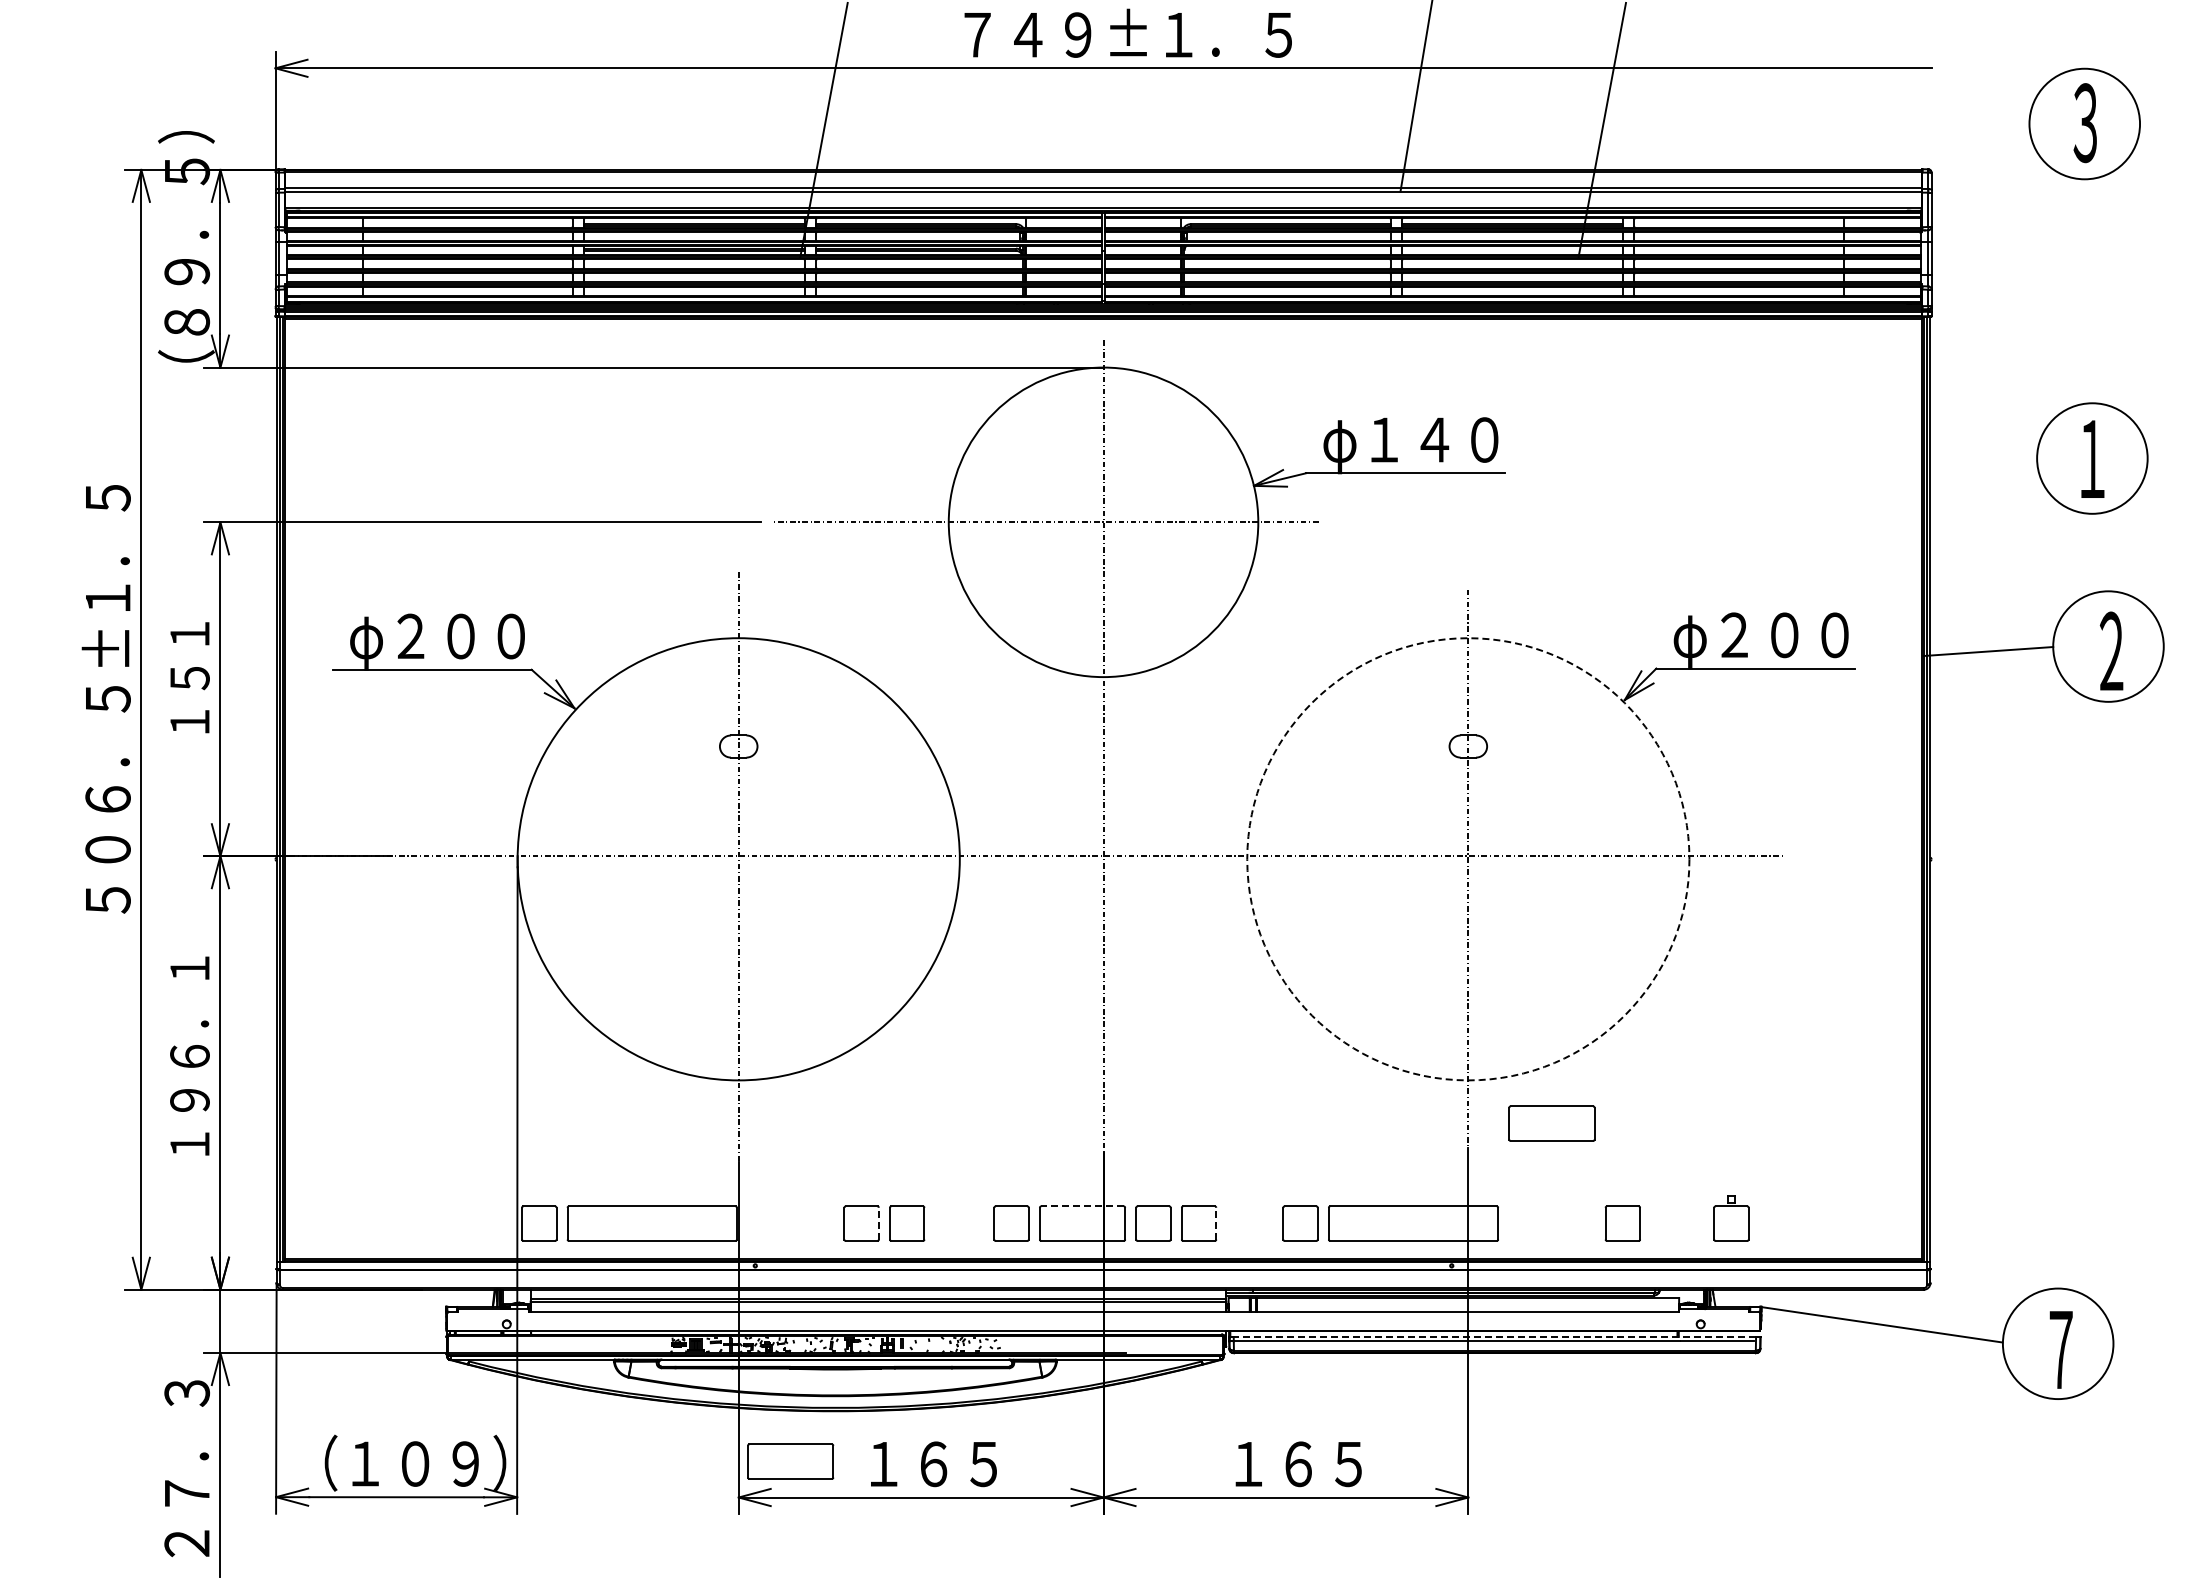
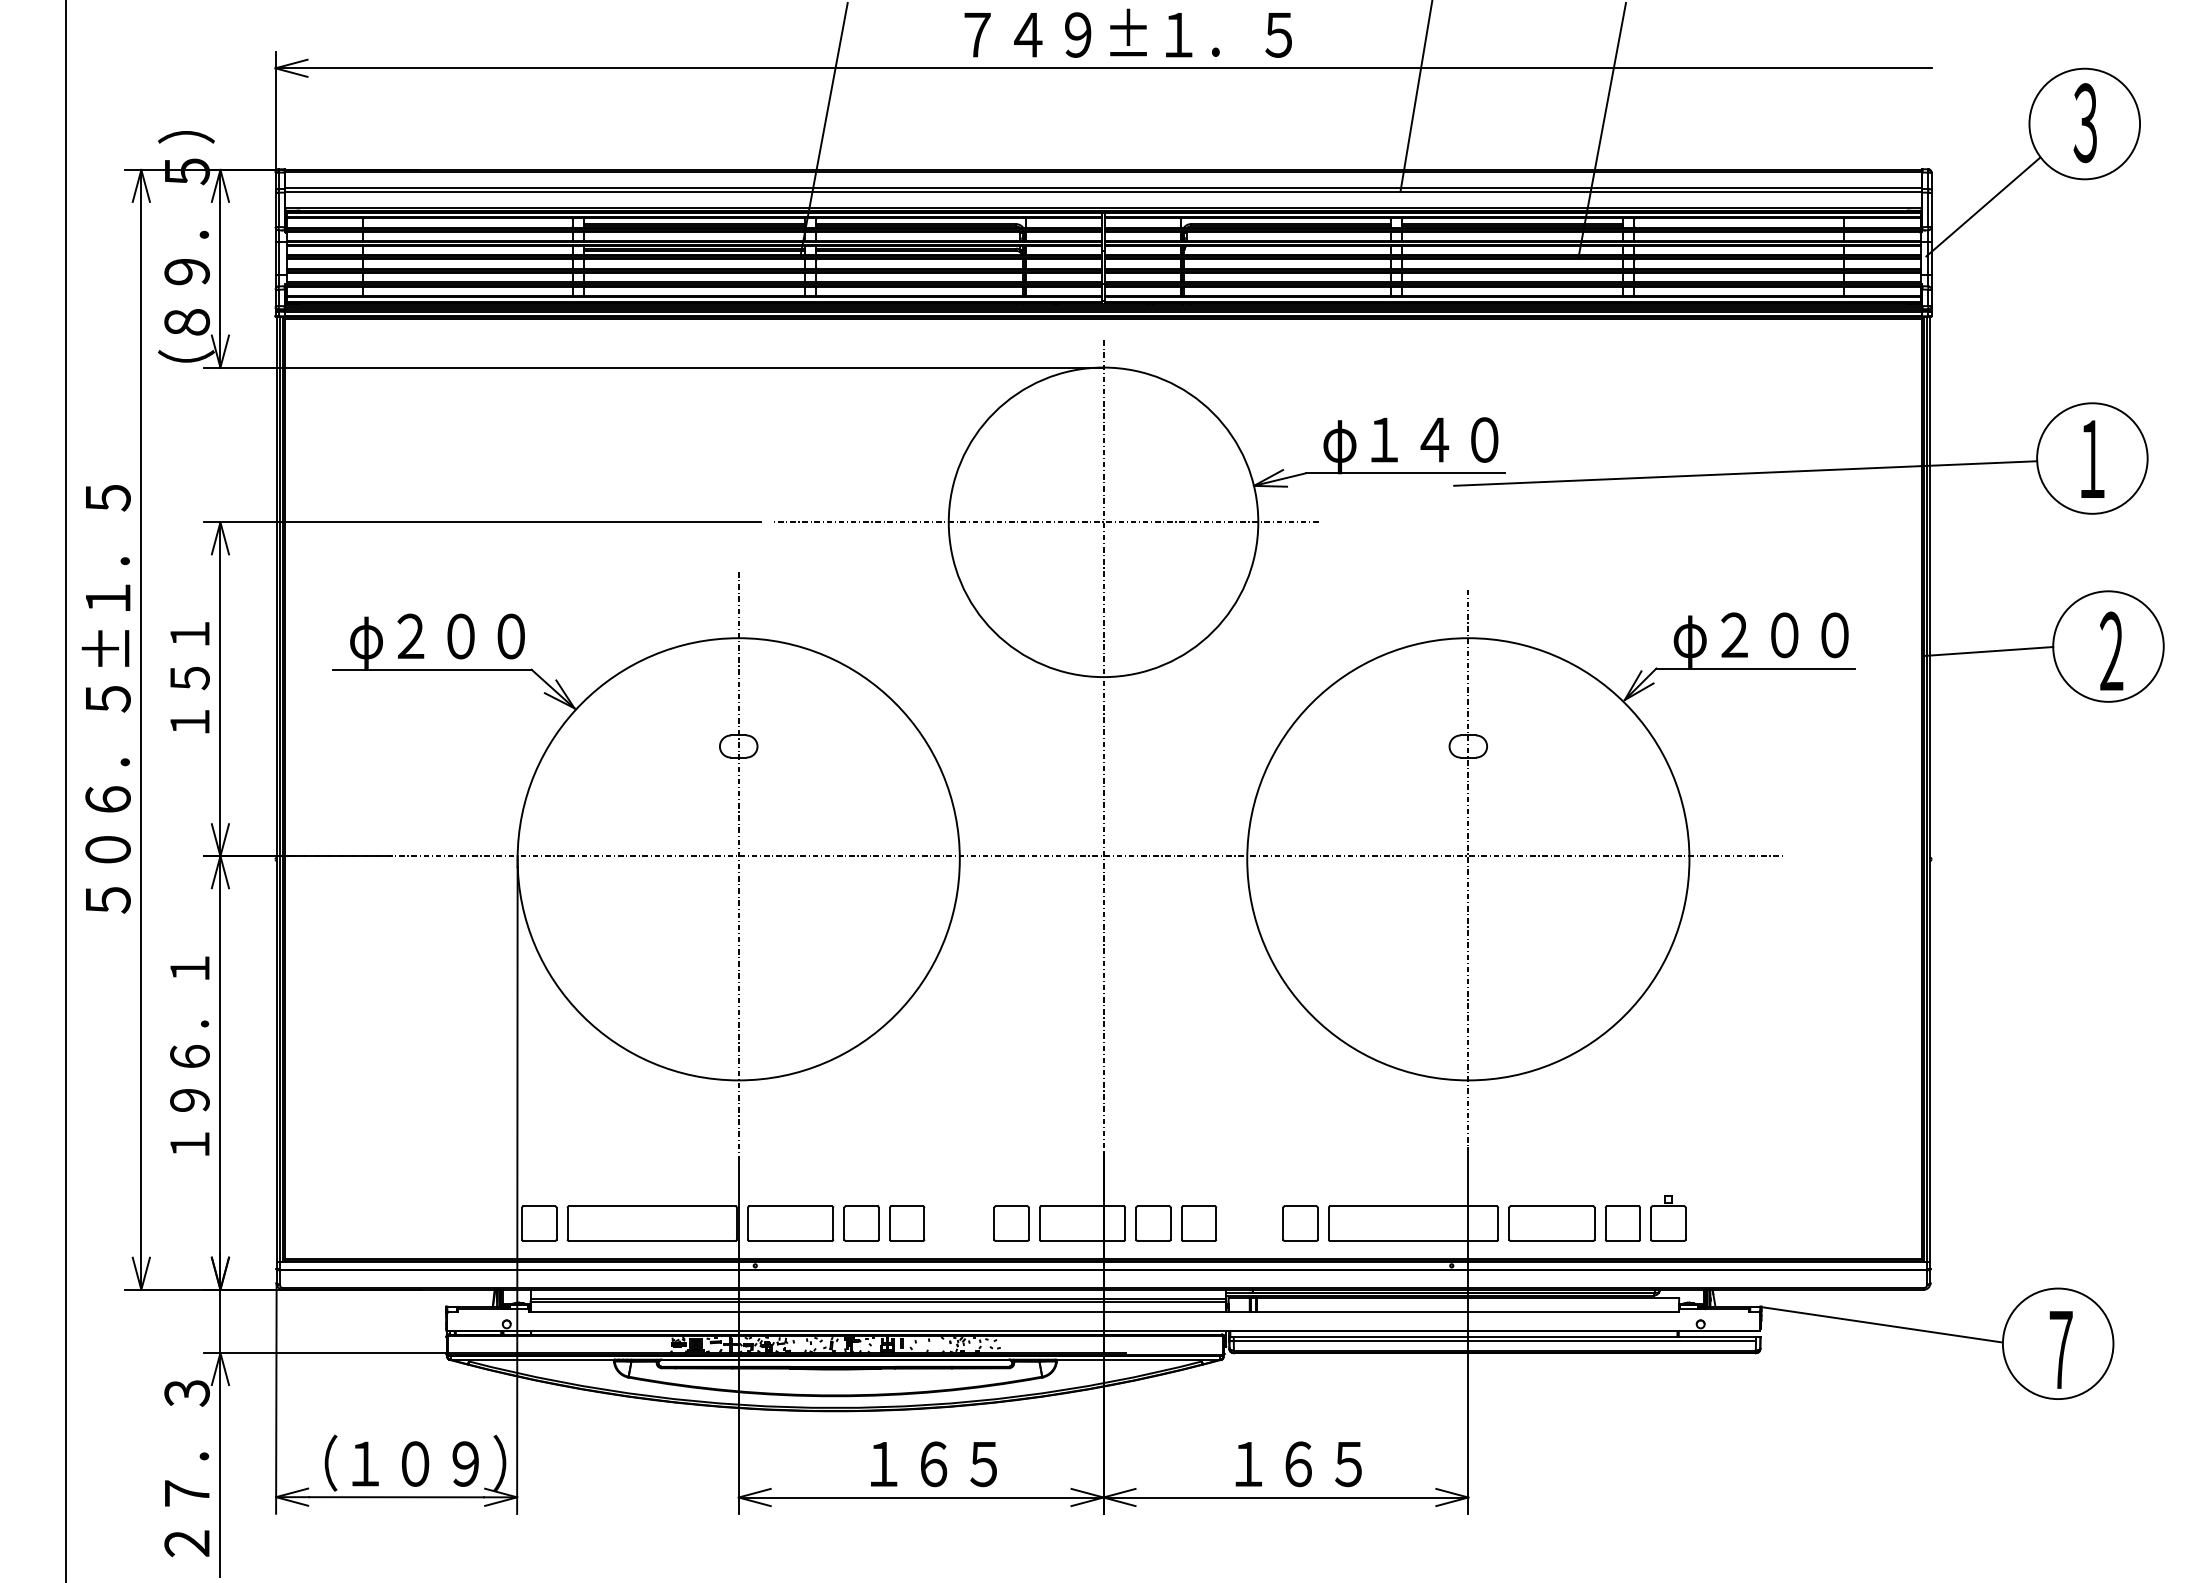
line at (1983, 206): none -> present
line at (1745, 473): none -> present
line at (66, 790): none -> present
circle at (1468, 859): dashed -> solid
part at (1551, 1123) position: (1551, 1123) -> (1551, 1223)
line at (1082, 1206): dashed -> solid
part at (1731, 1218) position: (1731, 1218) -> (1668, 1218)
line at (878, 1223): dashed -> solid
line at (1216, 1223): dashed -> solid
line at (1494, 1336): dashed -> solid
part at (790, 1461) position: (790, 1461) -> (790, 1223)
